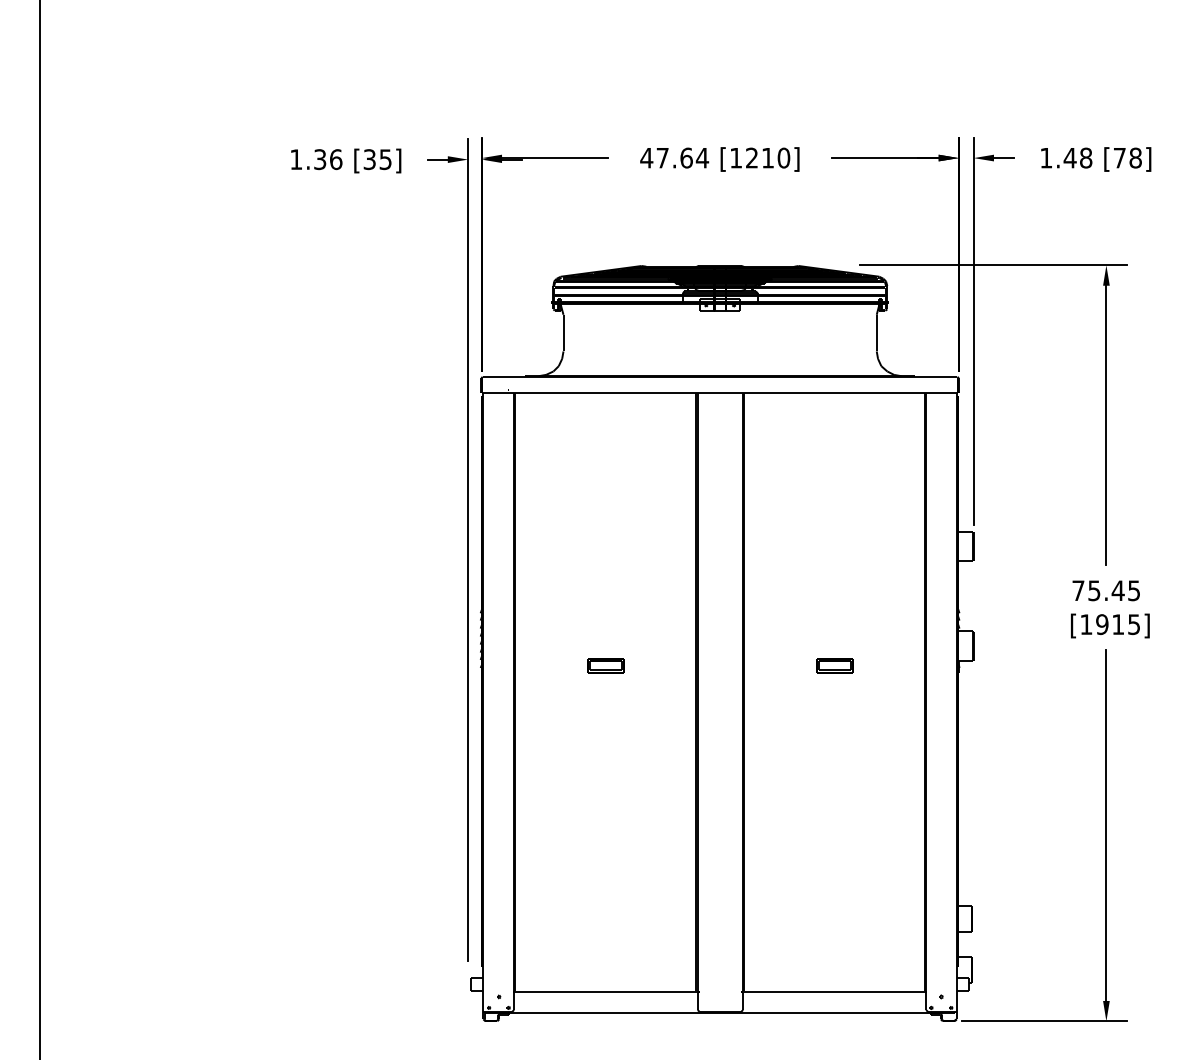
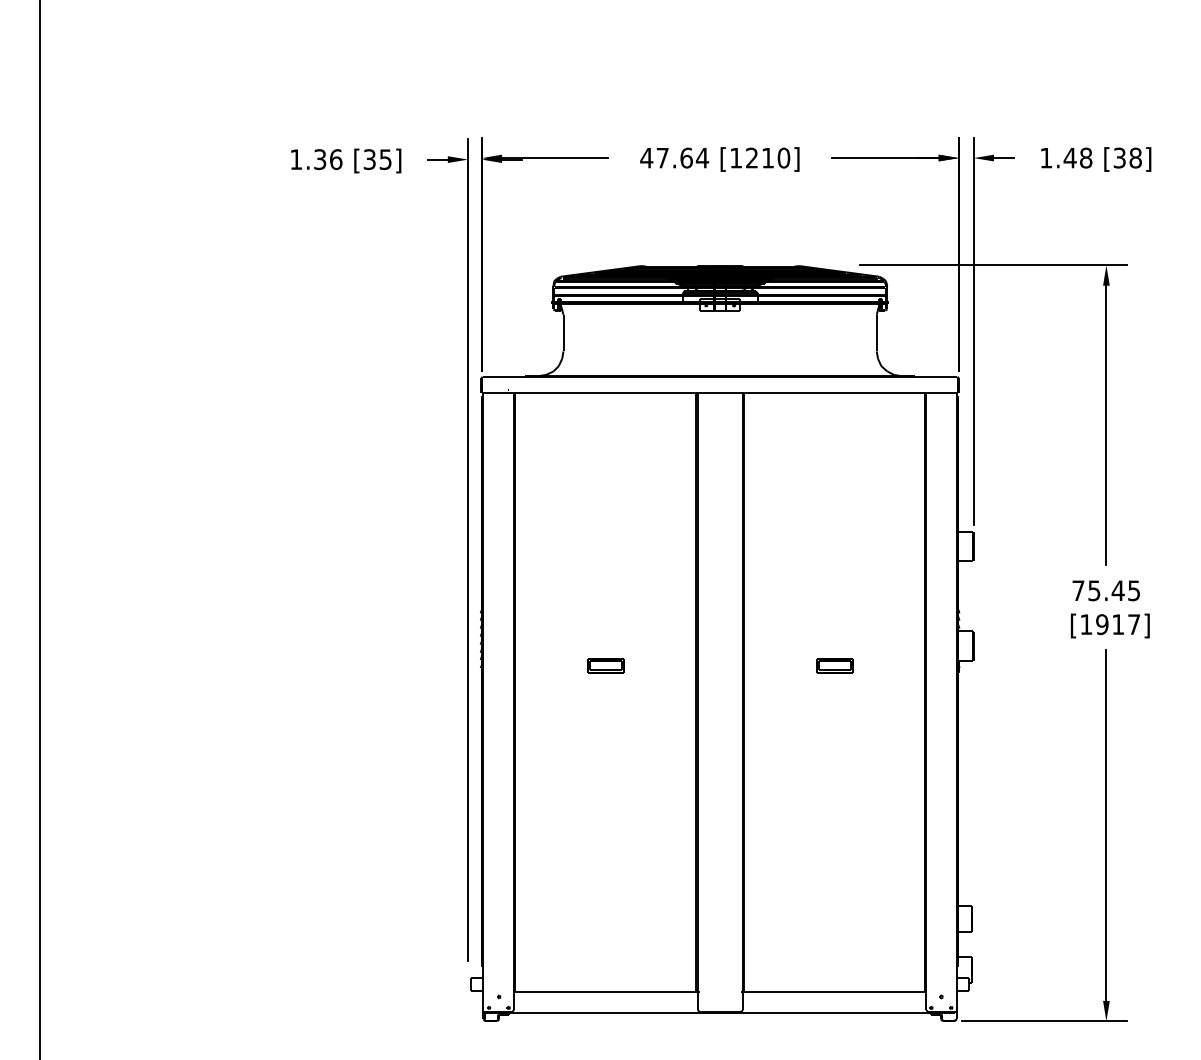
text at (1119, 157): [78] -> [38]
text at (1133, 624): [1915] -> [1917]
